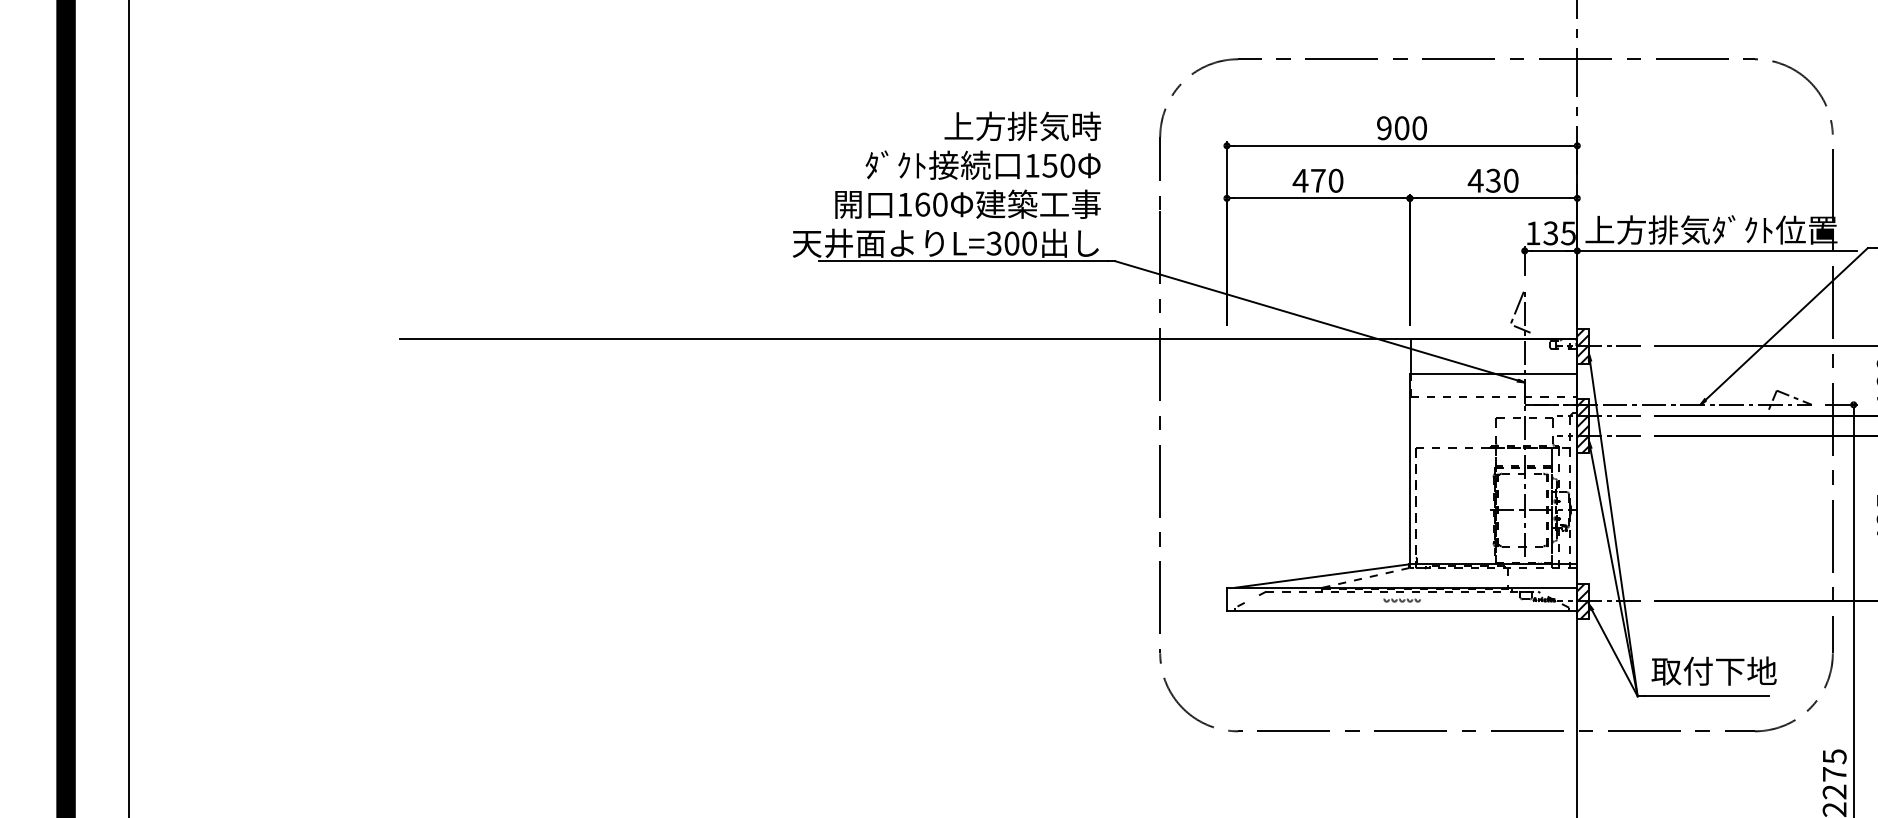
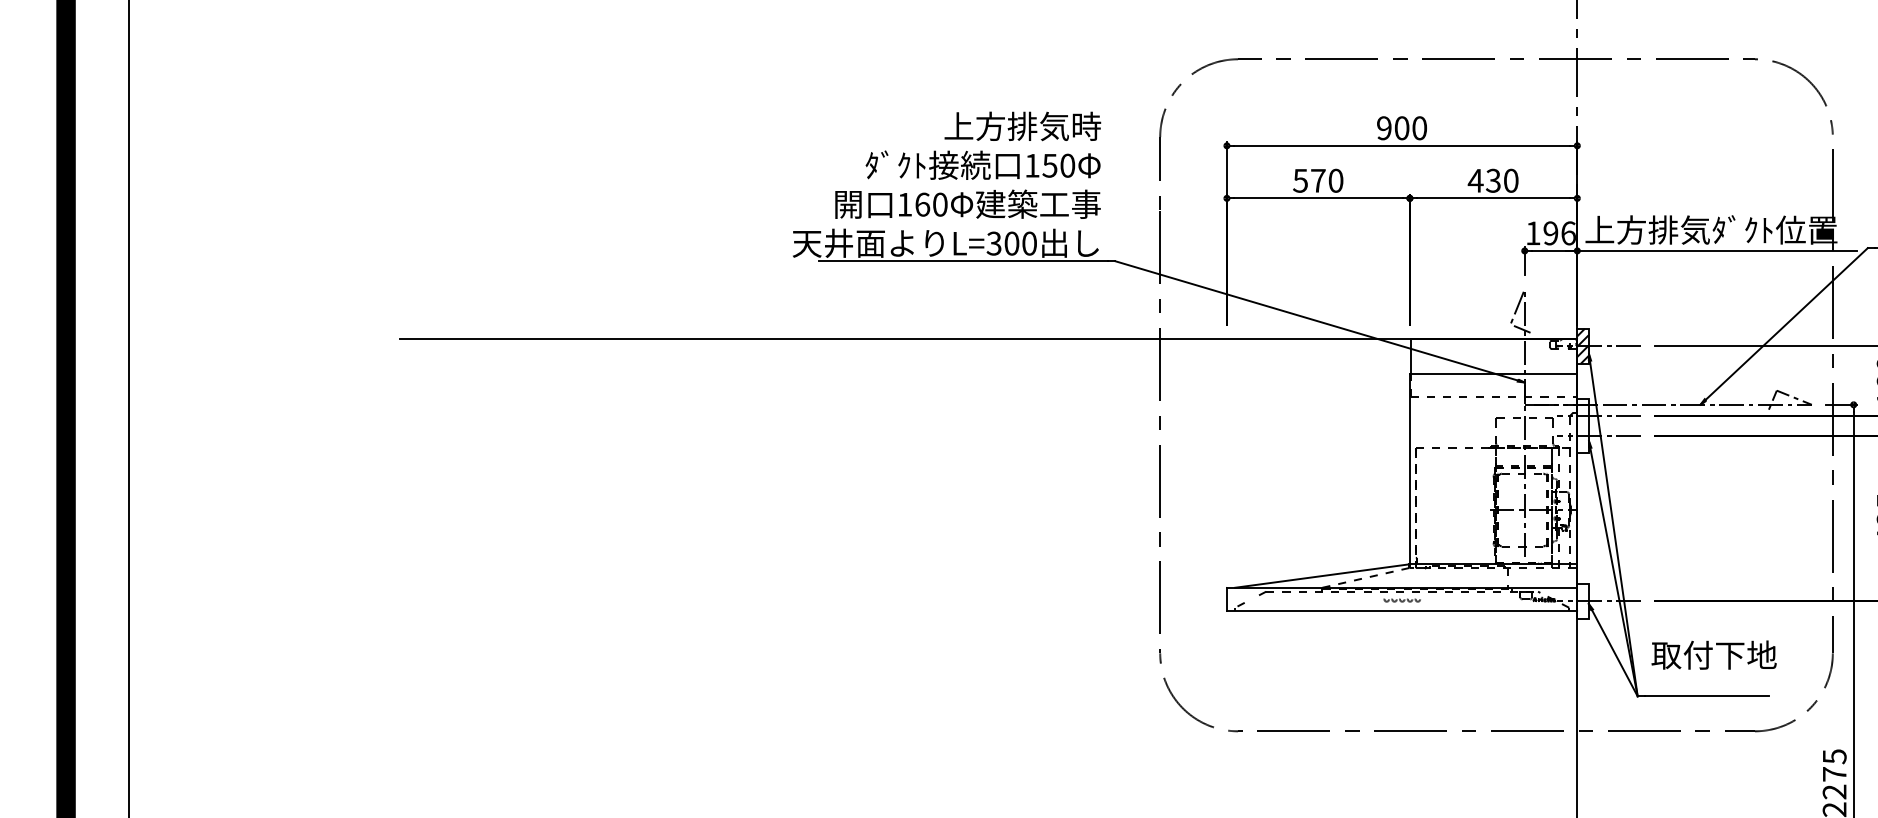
text at (1300, 180): 470 -> 570
text at (1559, 233): 135 -> 196
hatch at (1582, 425): present -> none
hatch at (1582, 600): present -> none
text at (1713, 670) position: (1713, 670) -> (1713, 654)
